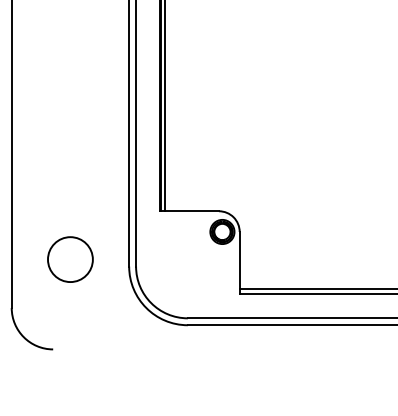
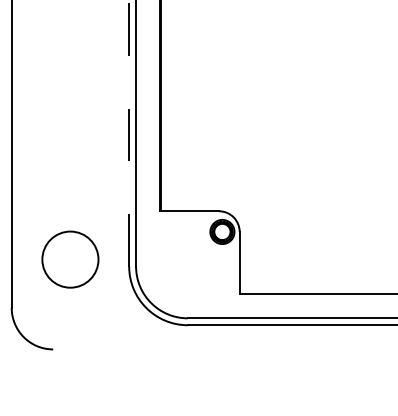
line at (164, 106): present -> none
line at (129, 133): solid -> dashed
circle at (70, 259) size: 47x47 px -> 59x59 px
line at (316, 288): present -> none
